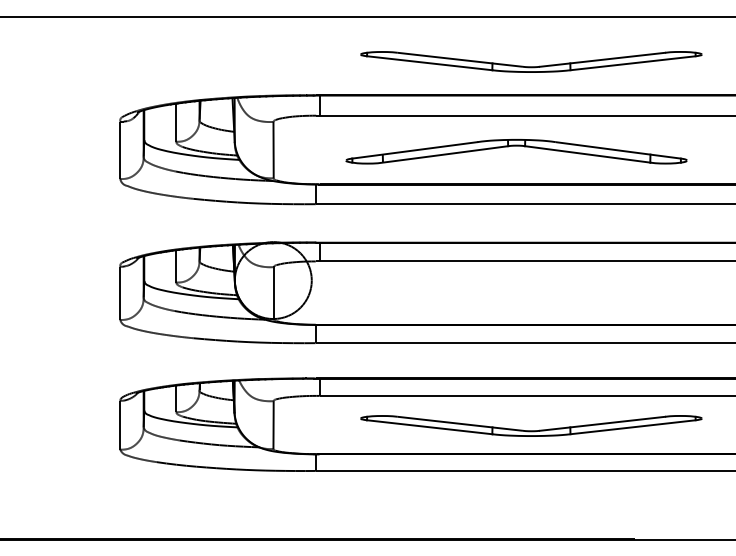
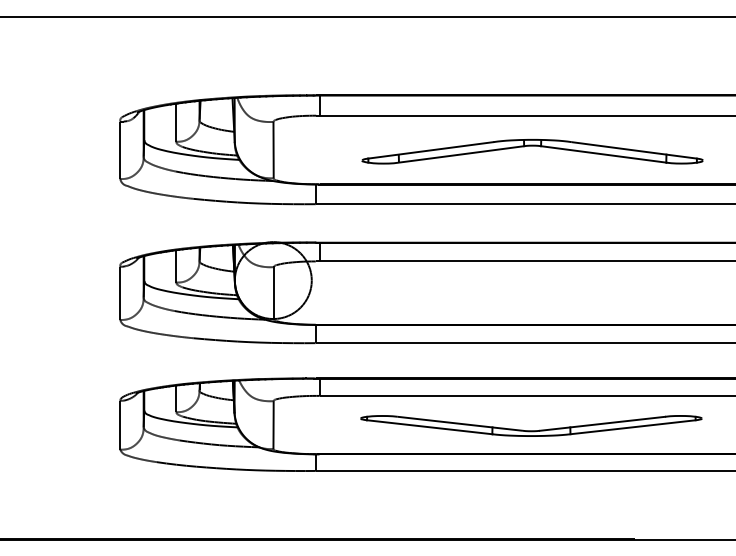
part at (531, 61): present -> none
part at (516, 151) position: (516, 151) -> (532, 151)
